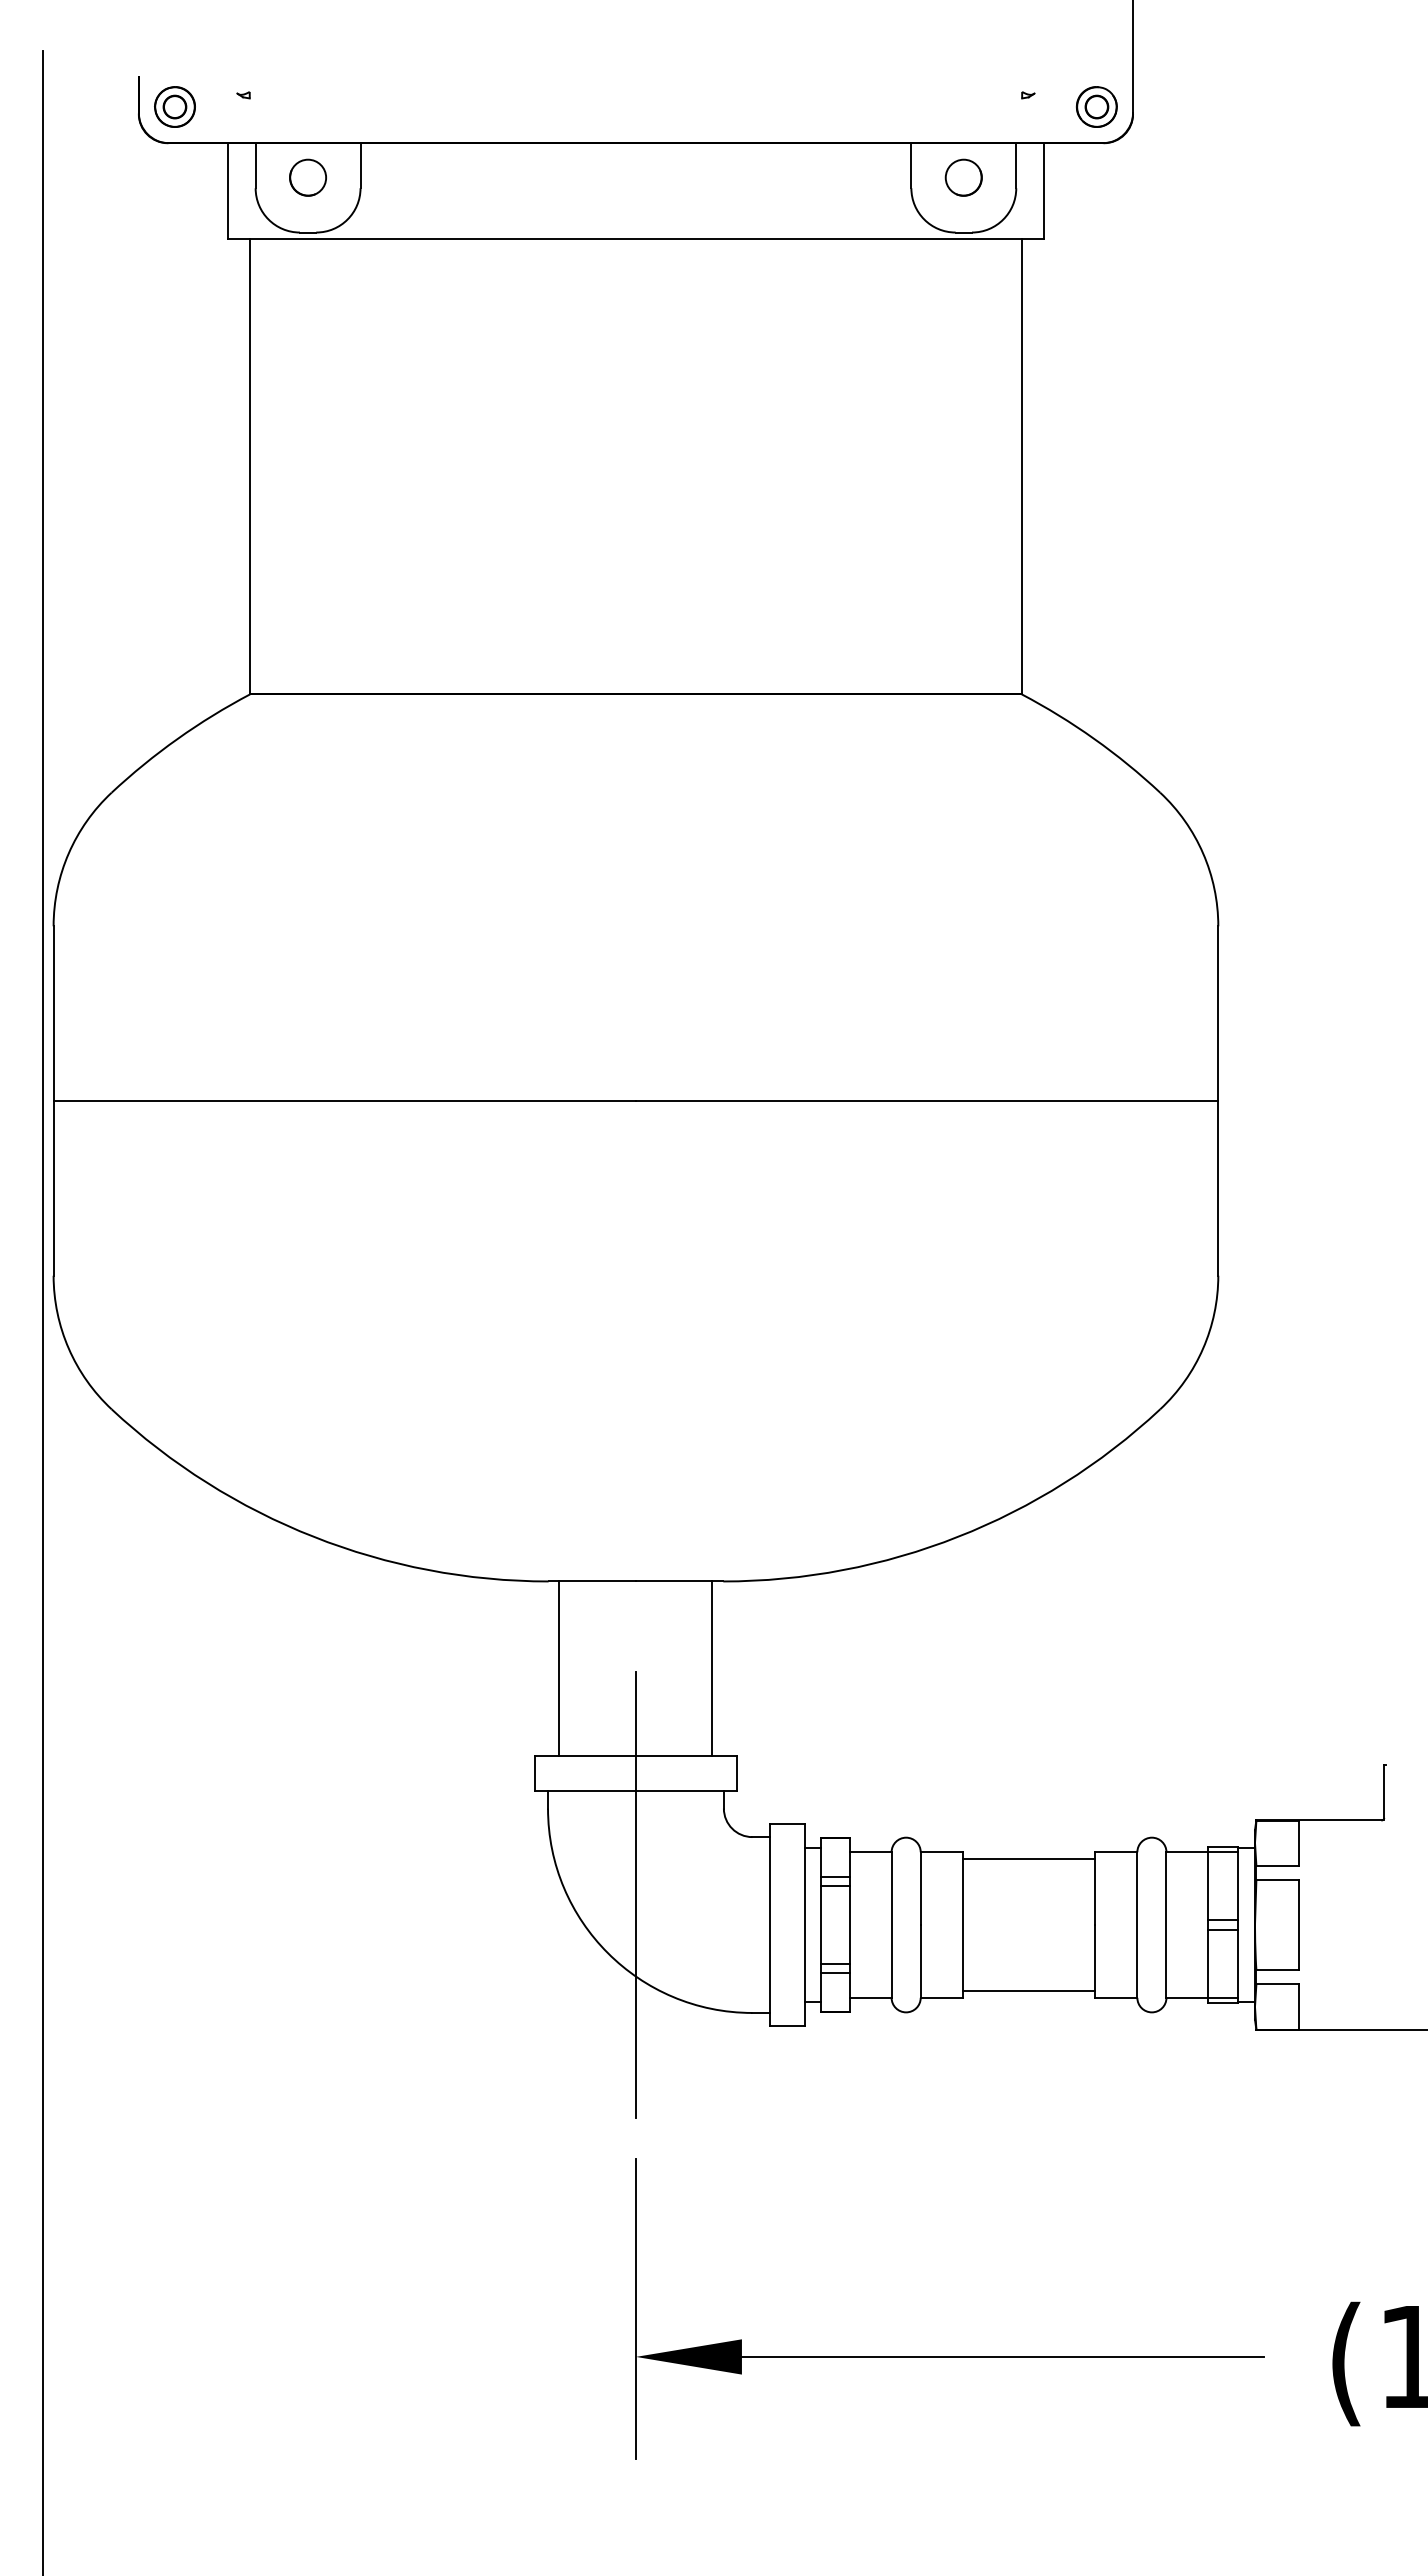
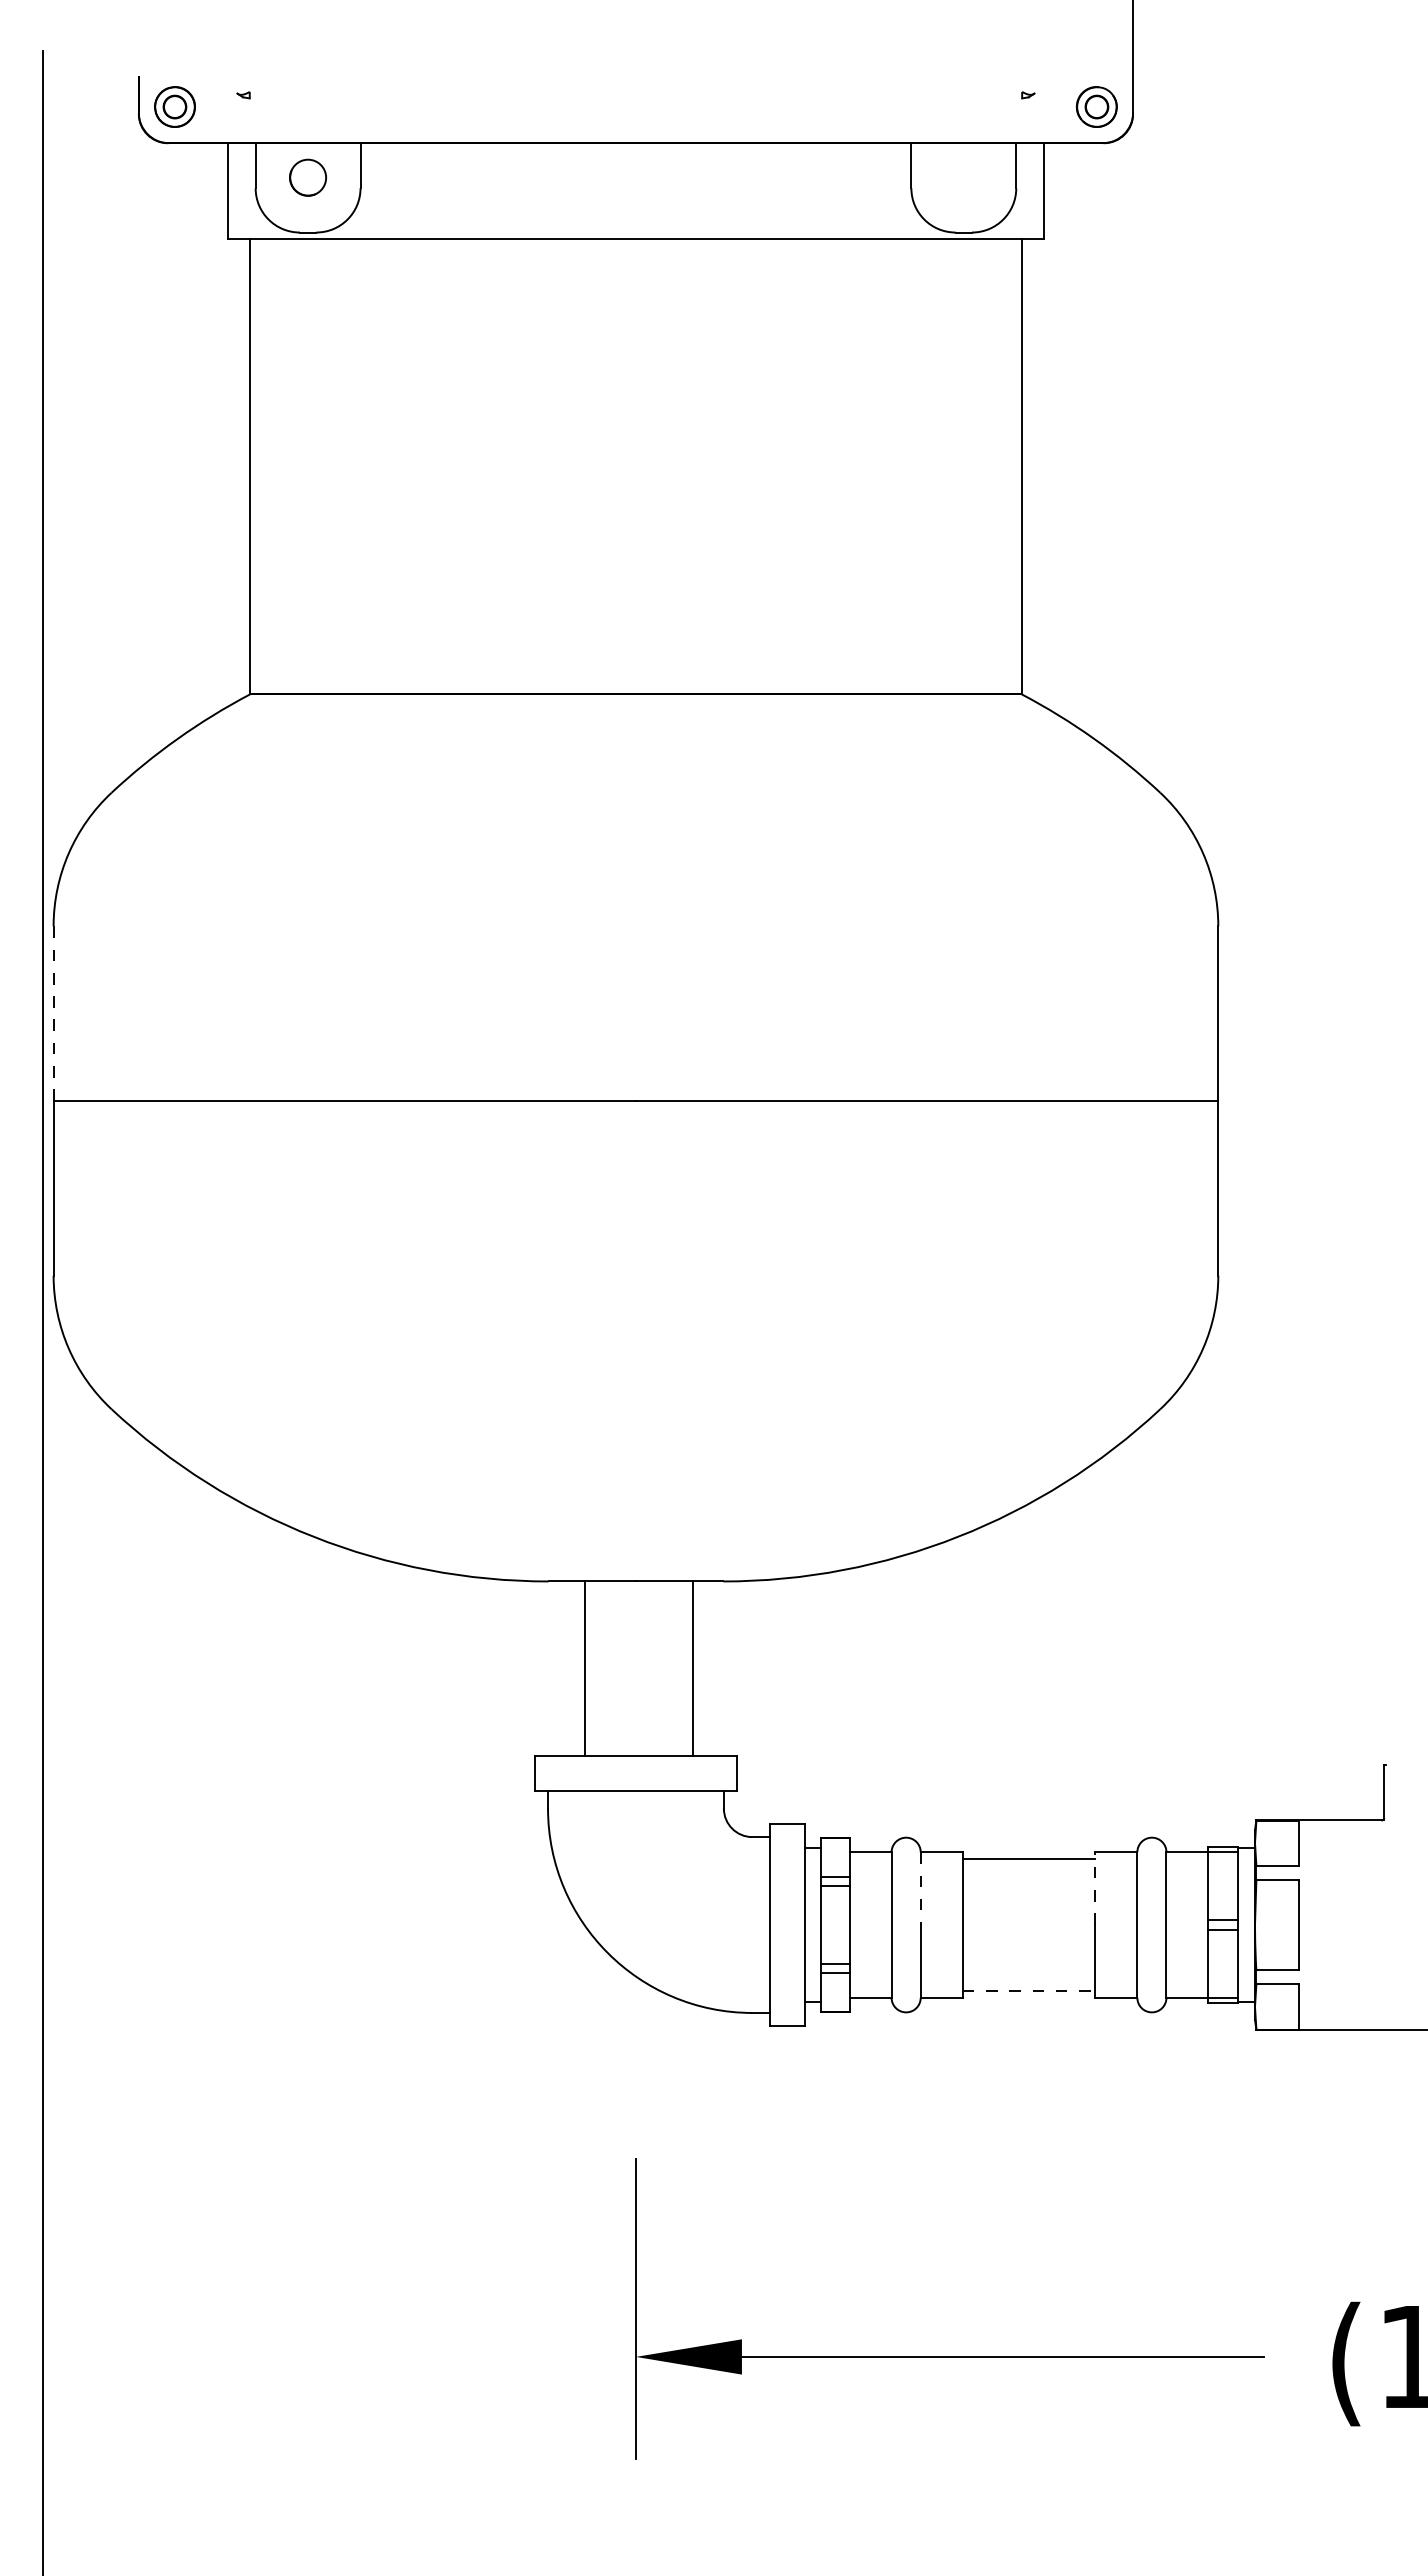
circle at (963, 177): present -> none
line at (53, 1014): solid -> dashed
line at (559, 1668) position: (559, 1668) -> (585, 1668)
line at (712, 1668) position: (712, 1668) -> (693, 1668)
line at (1095, 1888): solid -> dashed
line at (920, 1889): solid -> dashed
line at (635, 1895): present -> none
line at (1029, 1990): solid -> dashed
